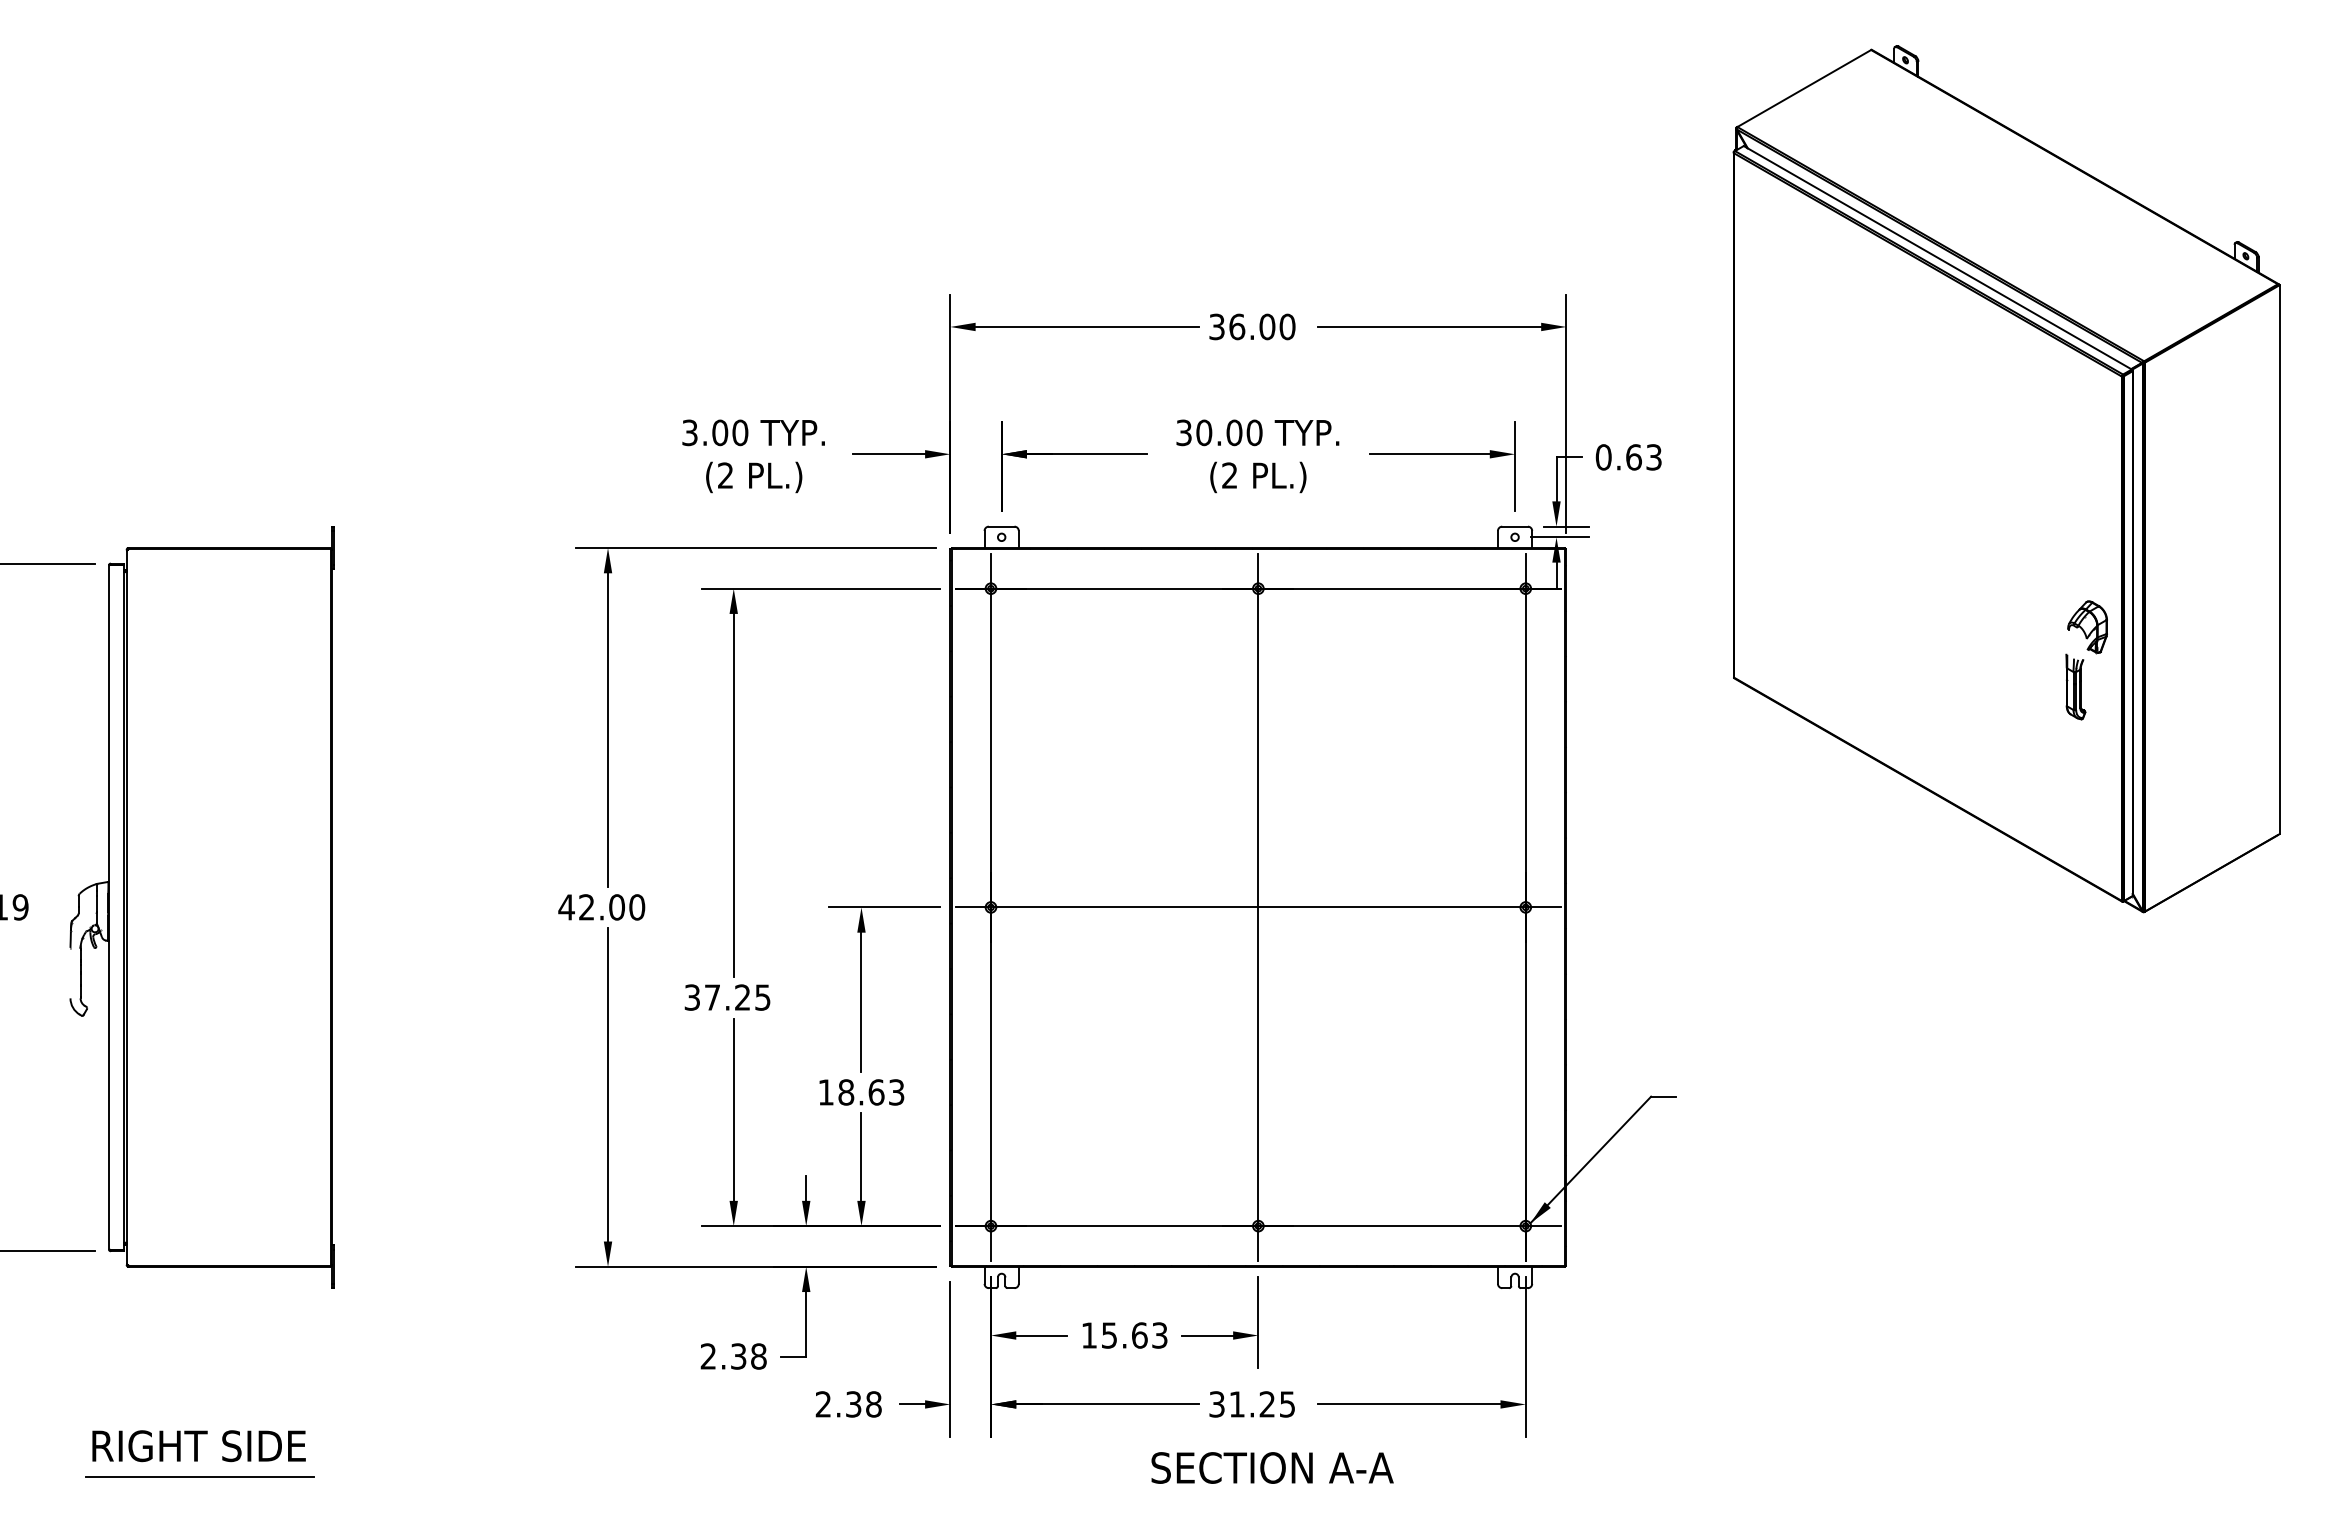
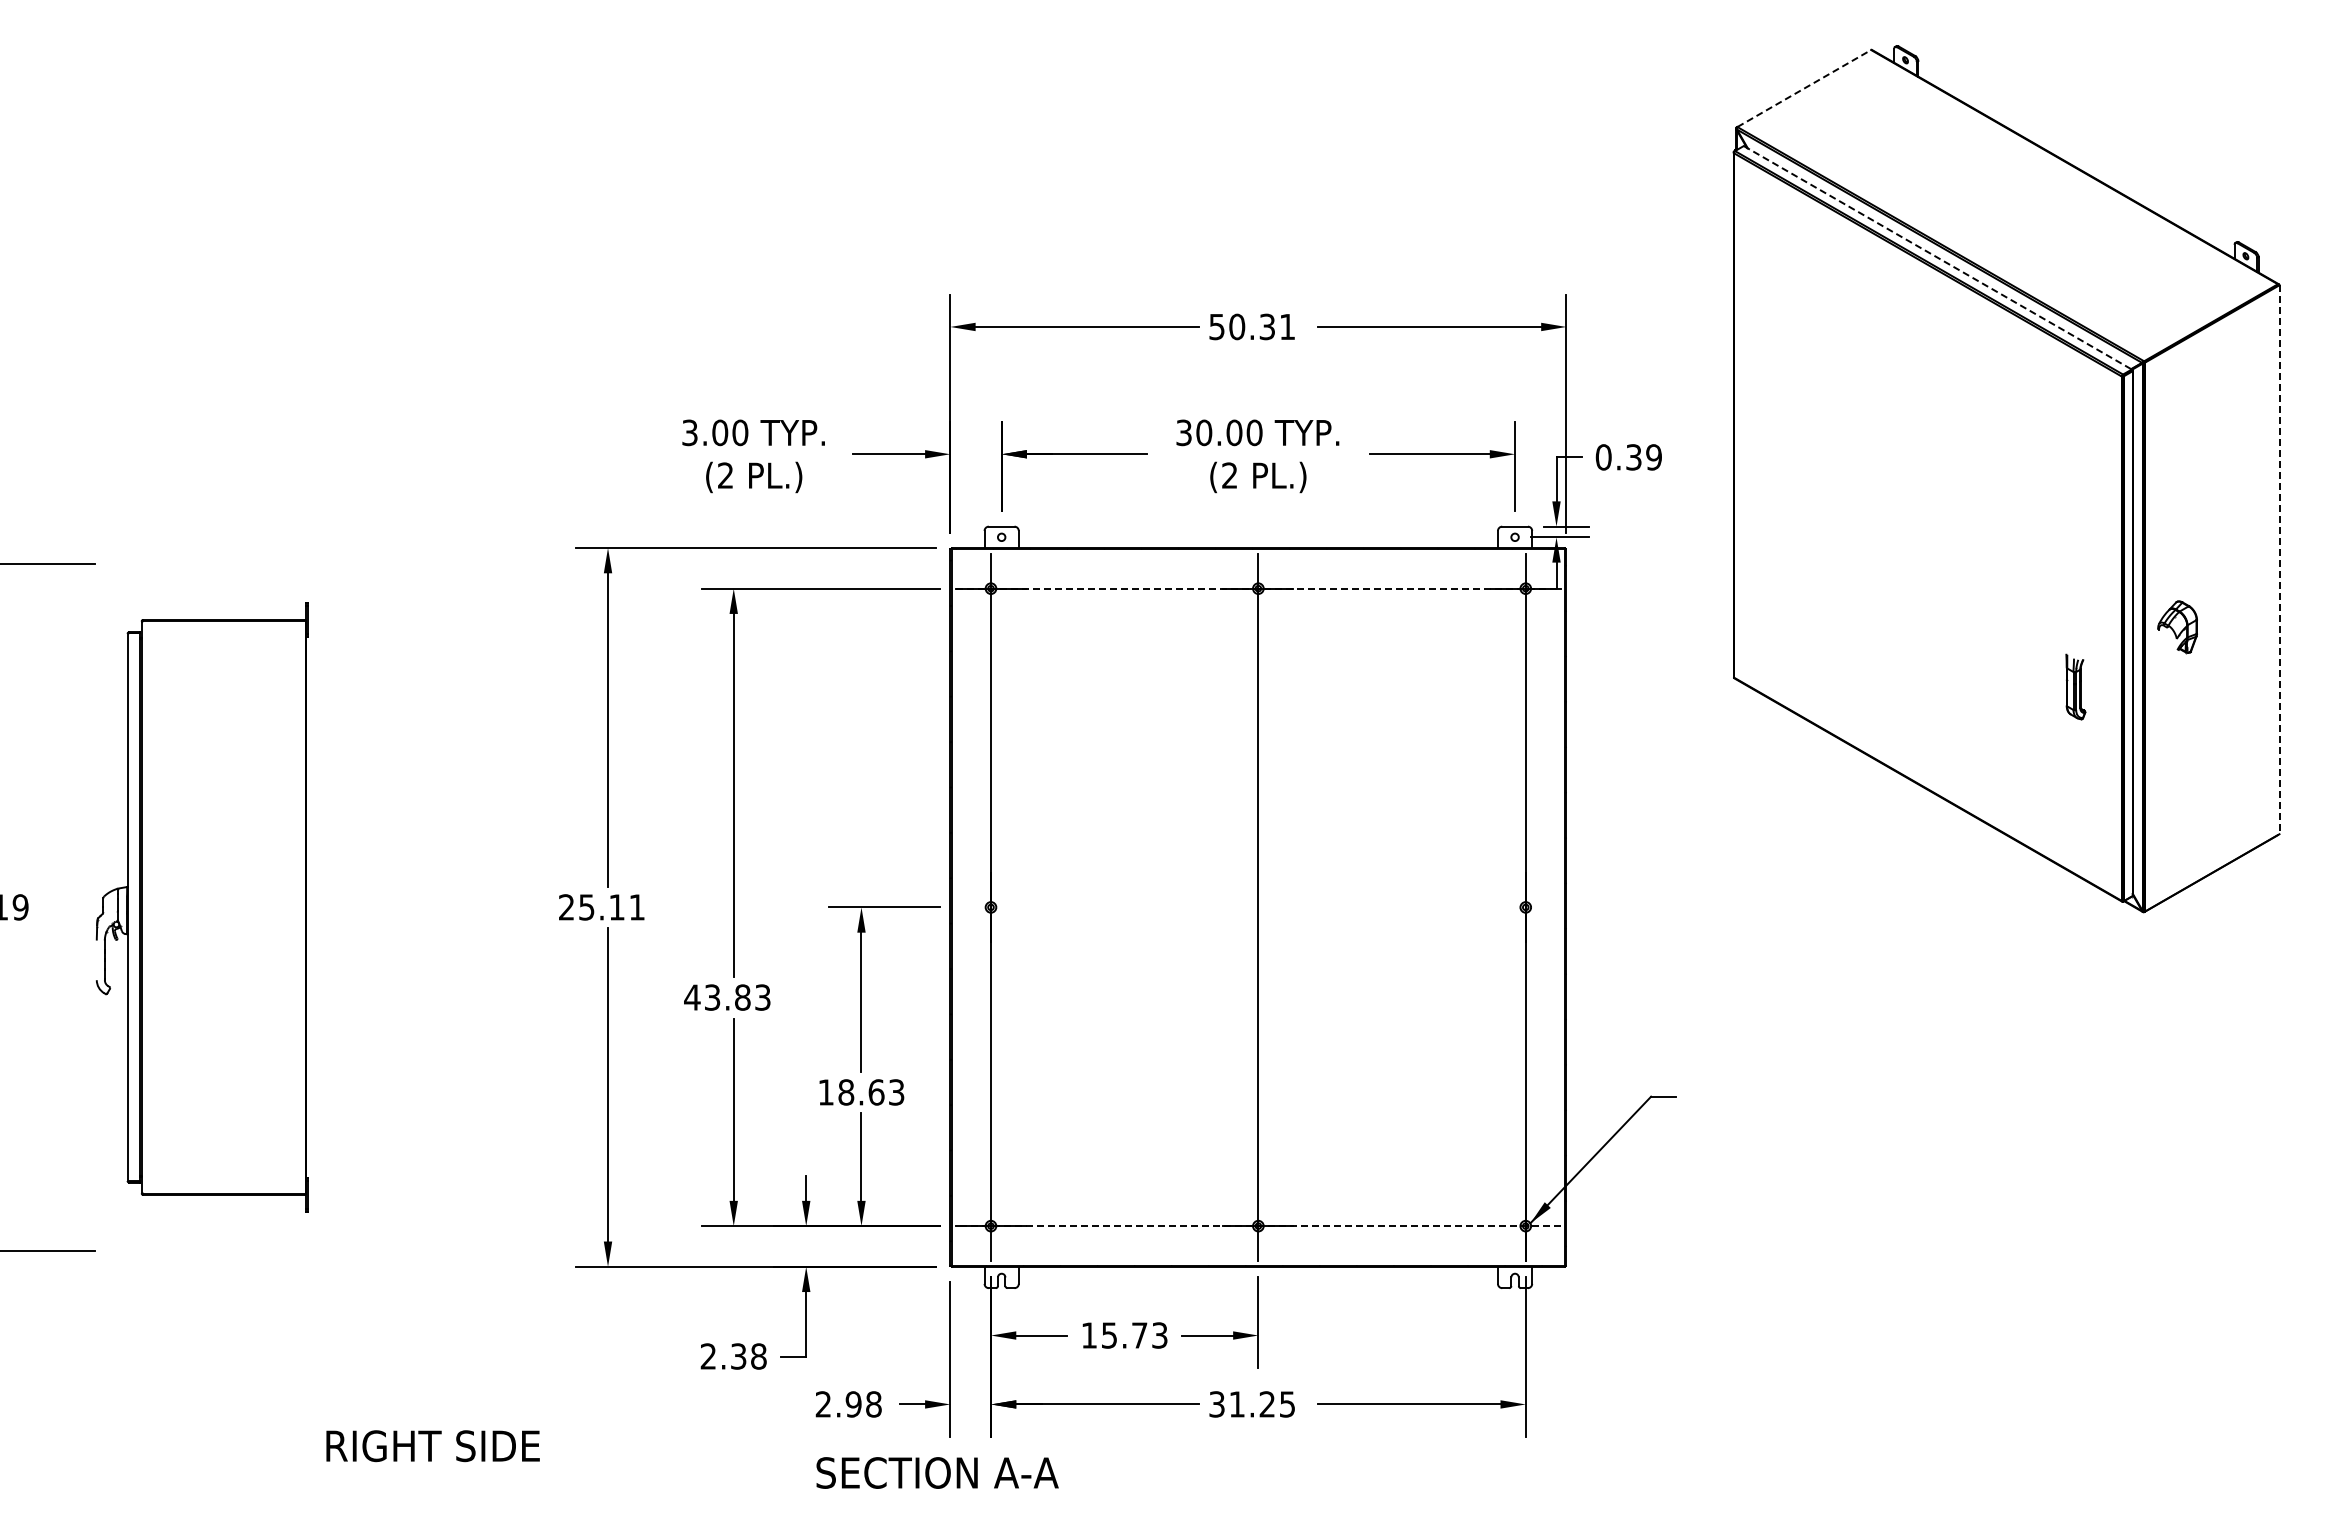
line at (1804, 88): solid -> dashed
line at (1937, 257): solid -> dashed
text at (1252, 326): 36.00 -> 50.31
text at (1643, 457): 0.63 -> 0.39
line at (2279, 560): solid -> dashed
line at (1258, 588): solid -> dashed
part at (2087, 627) position: (2087, 627) -> (2177, 627)
part at (201, 907) size: 266x763 px -> 214x611 px
text at (601, 907): 42.00 -> 25.11
line at (1258, 907): present -> none
text at (727, 997): 37.25 -> 43.83
line at (1257, 1226): solid -> dashed
text at (1139, 1335): 15.63 -> 15.73
text at (853, 1404): 2.38 -> 2.98
text at (198, 1446) position: (198, 1446) -> (432, 1446)
text at (1272, 1467) position: (1272, 1467) -> (937, 1472)
line at (199, 1476): present -> none
